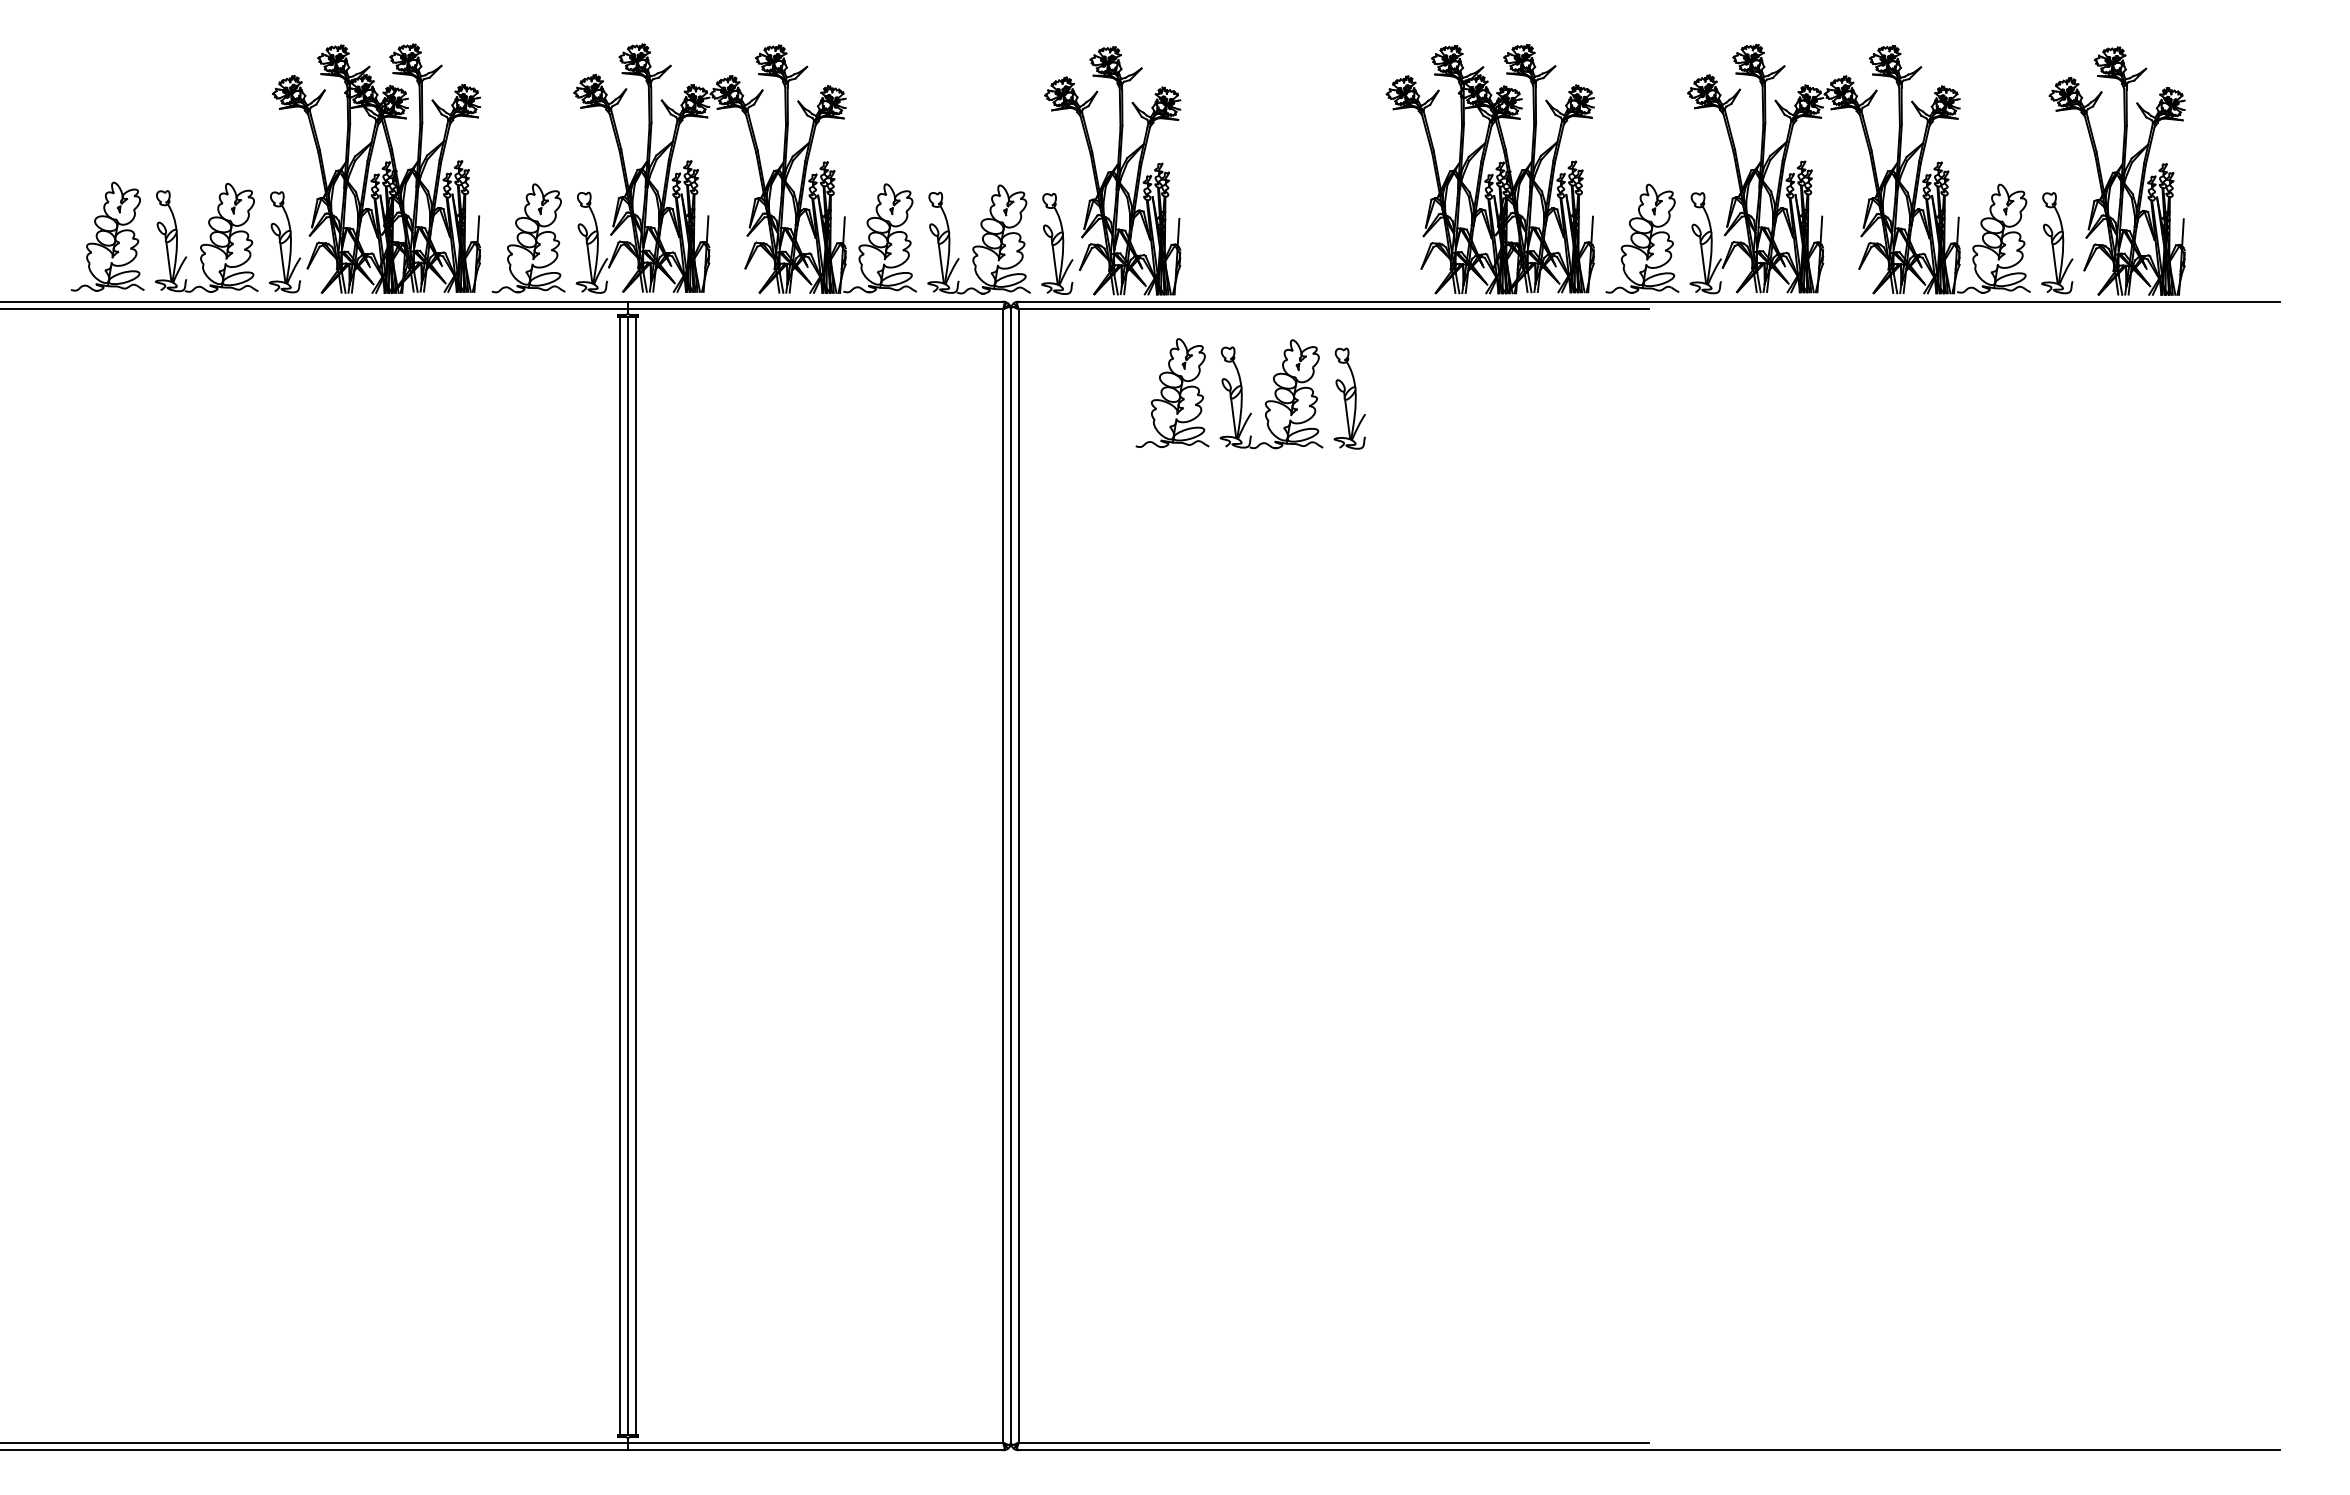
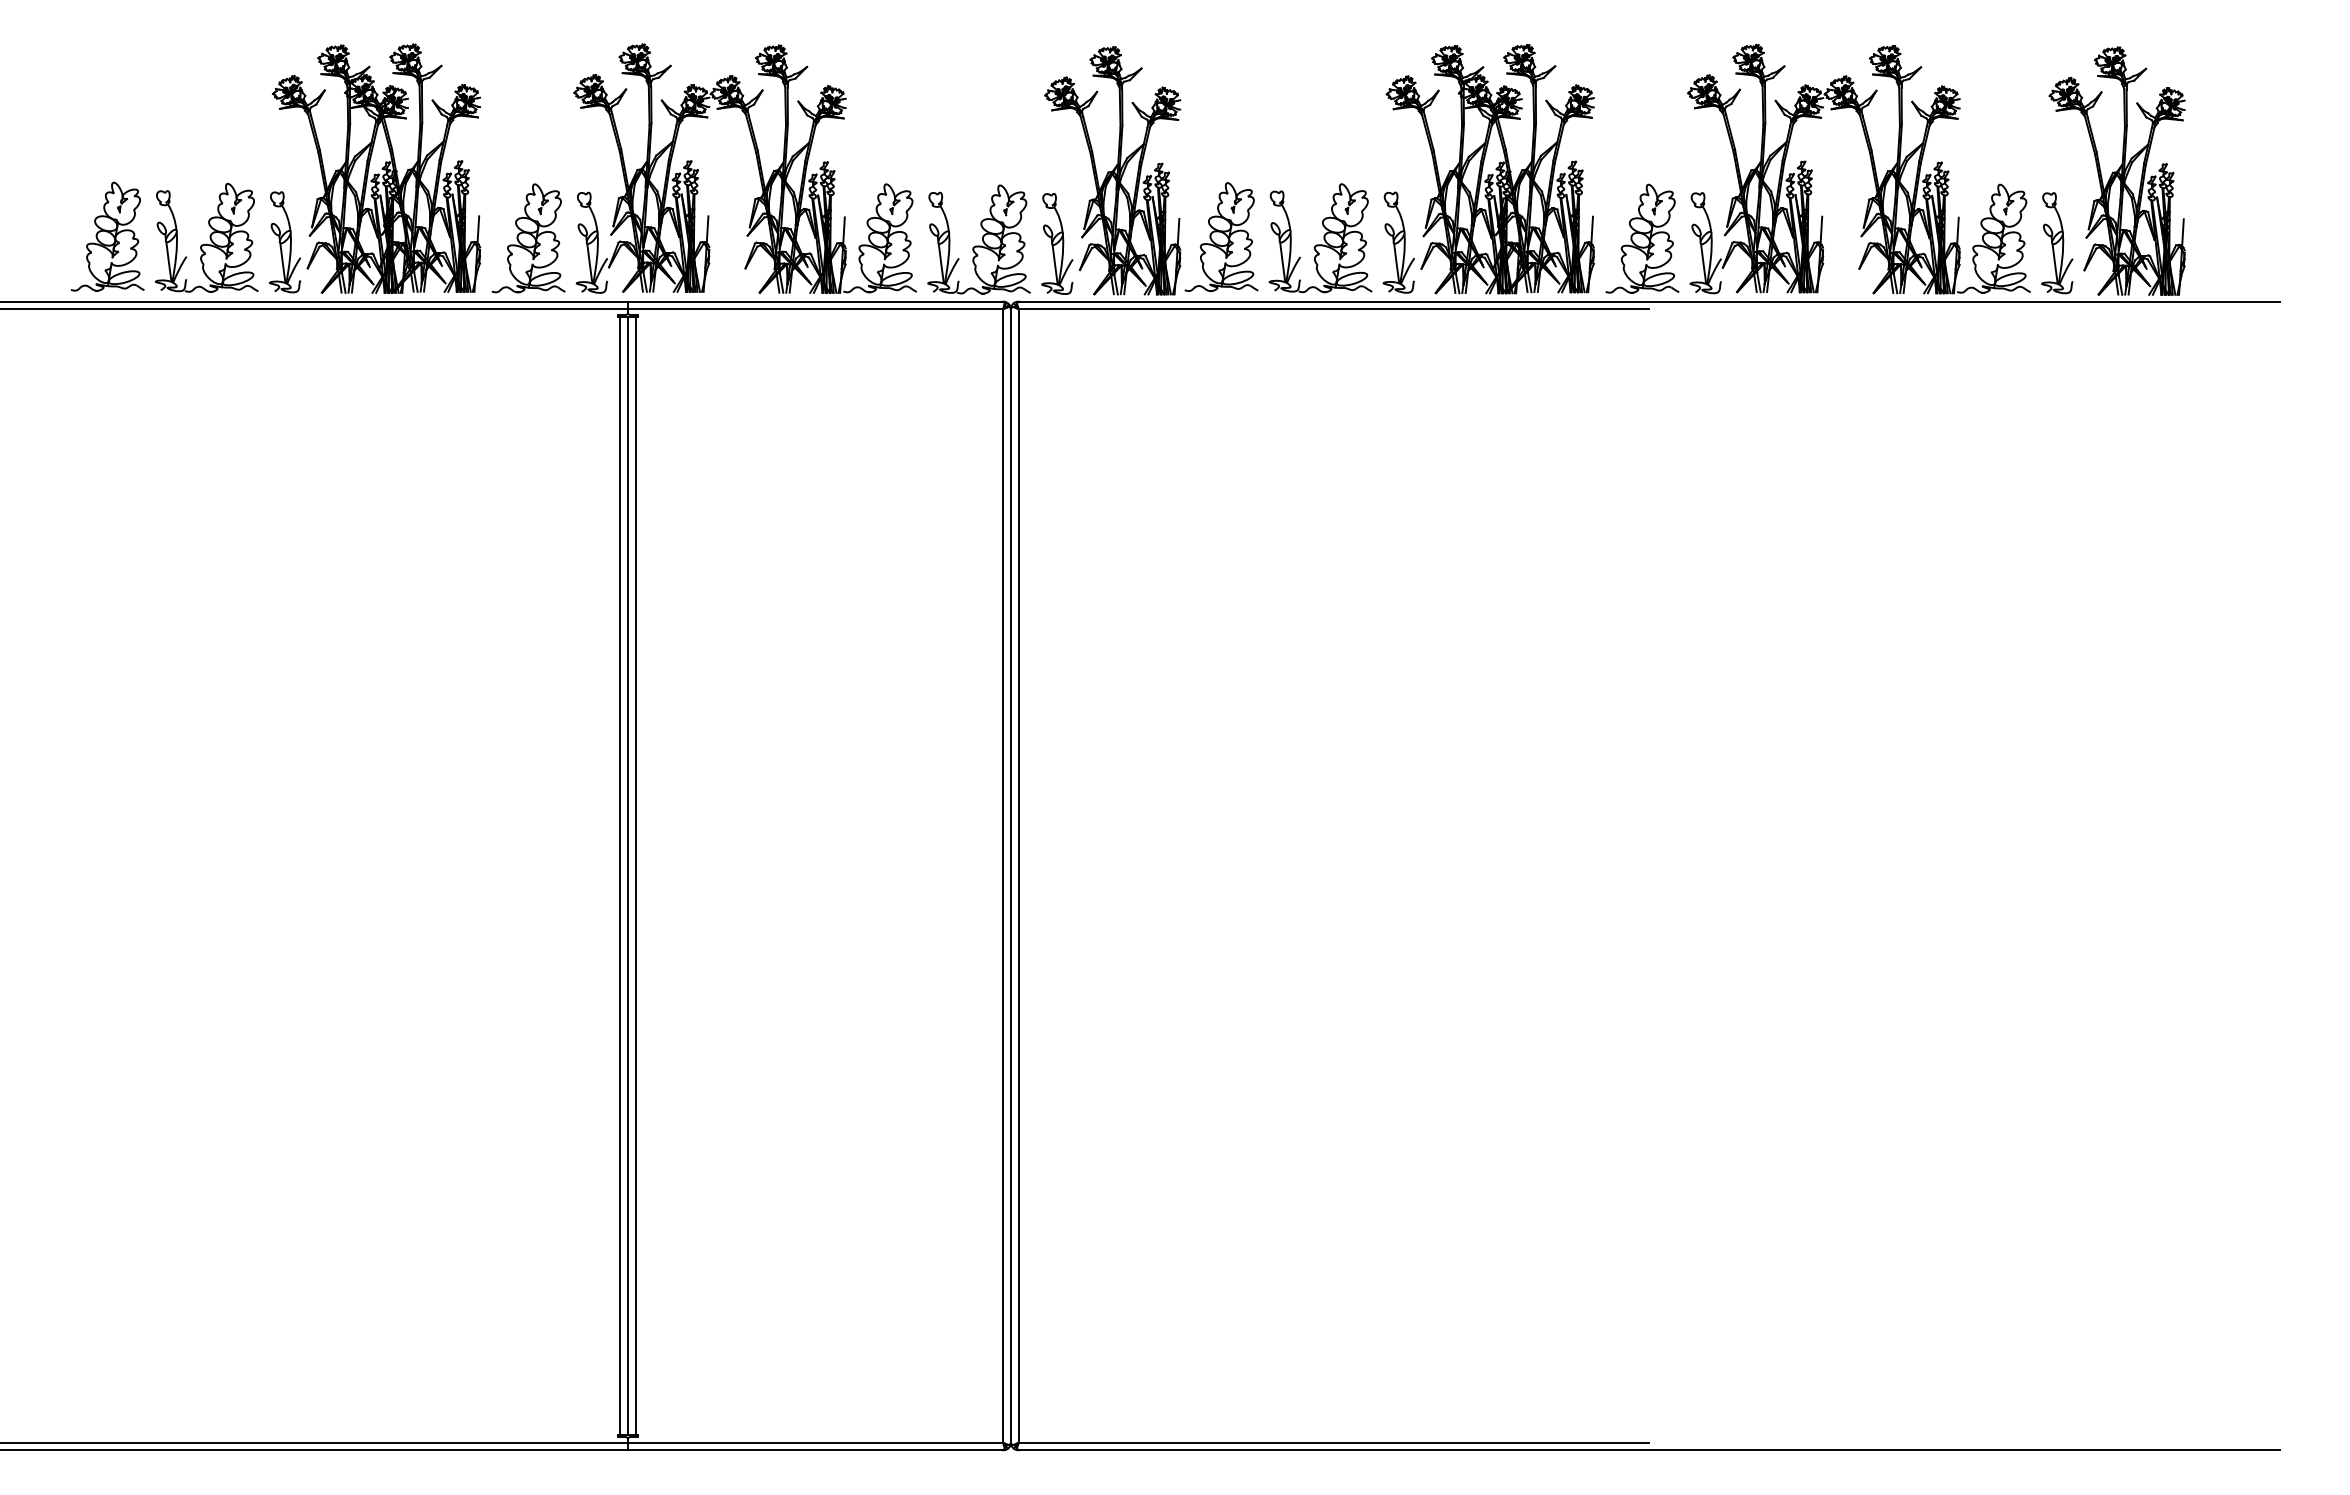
part at (1242, 393) position: (1242, 393) -> (1291, 237)
